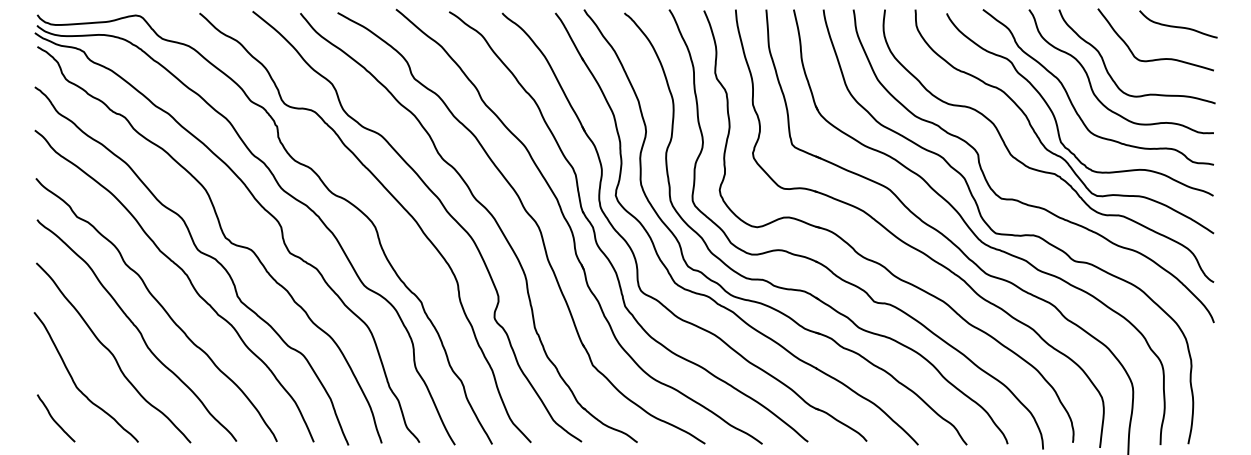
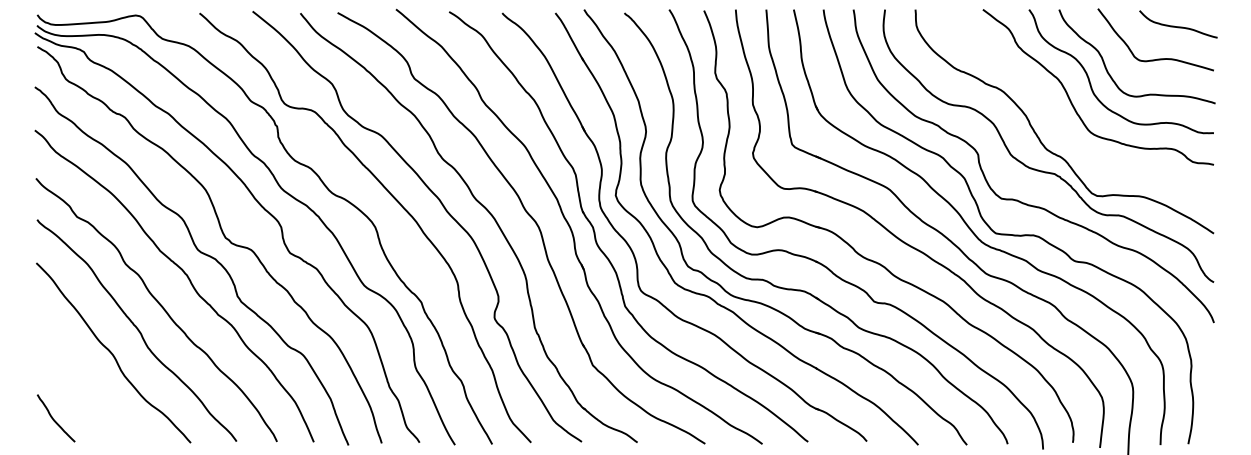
curve at (1055, 116): present -> none
curve at (75, 382): present -> none
